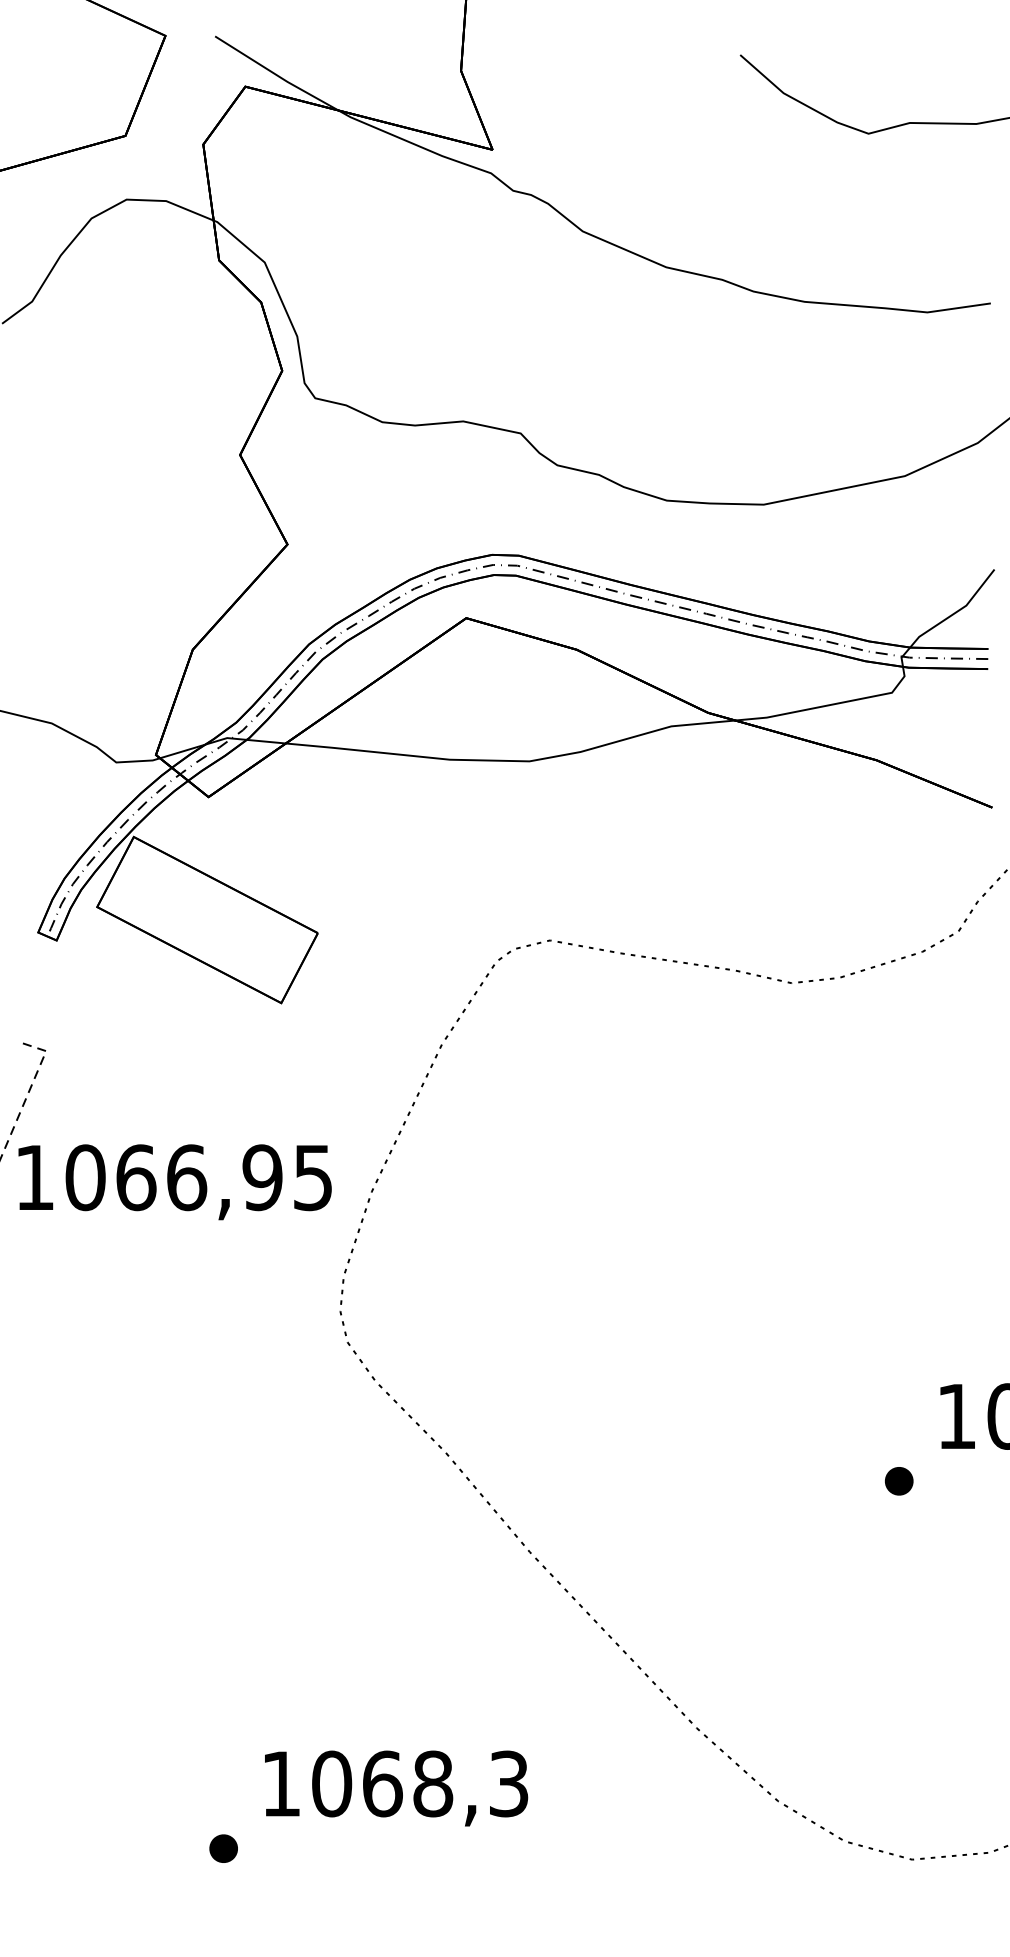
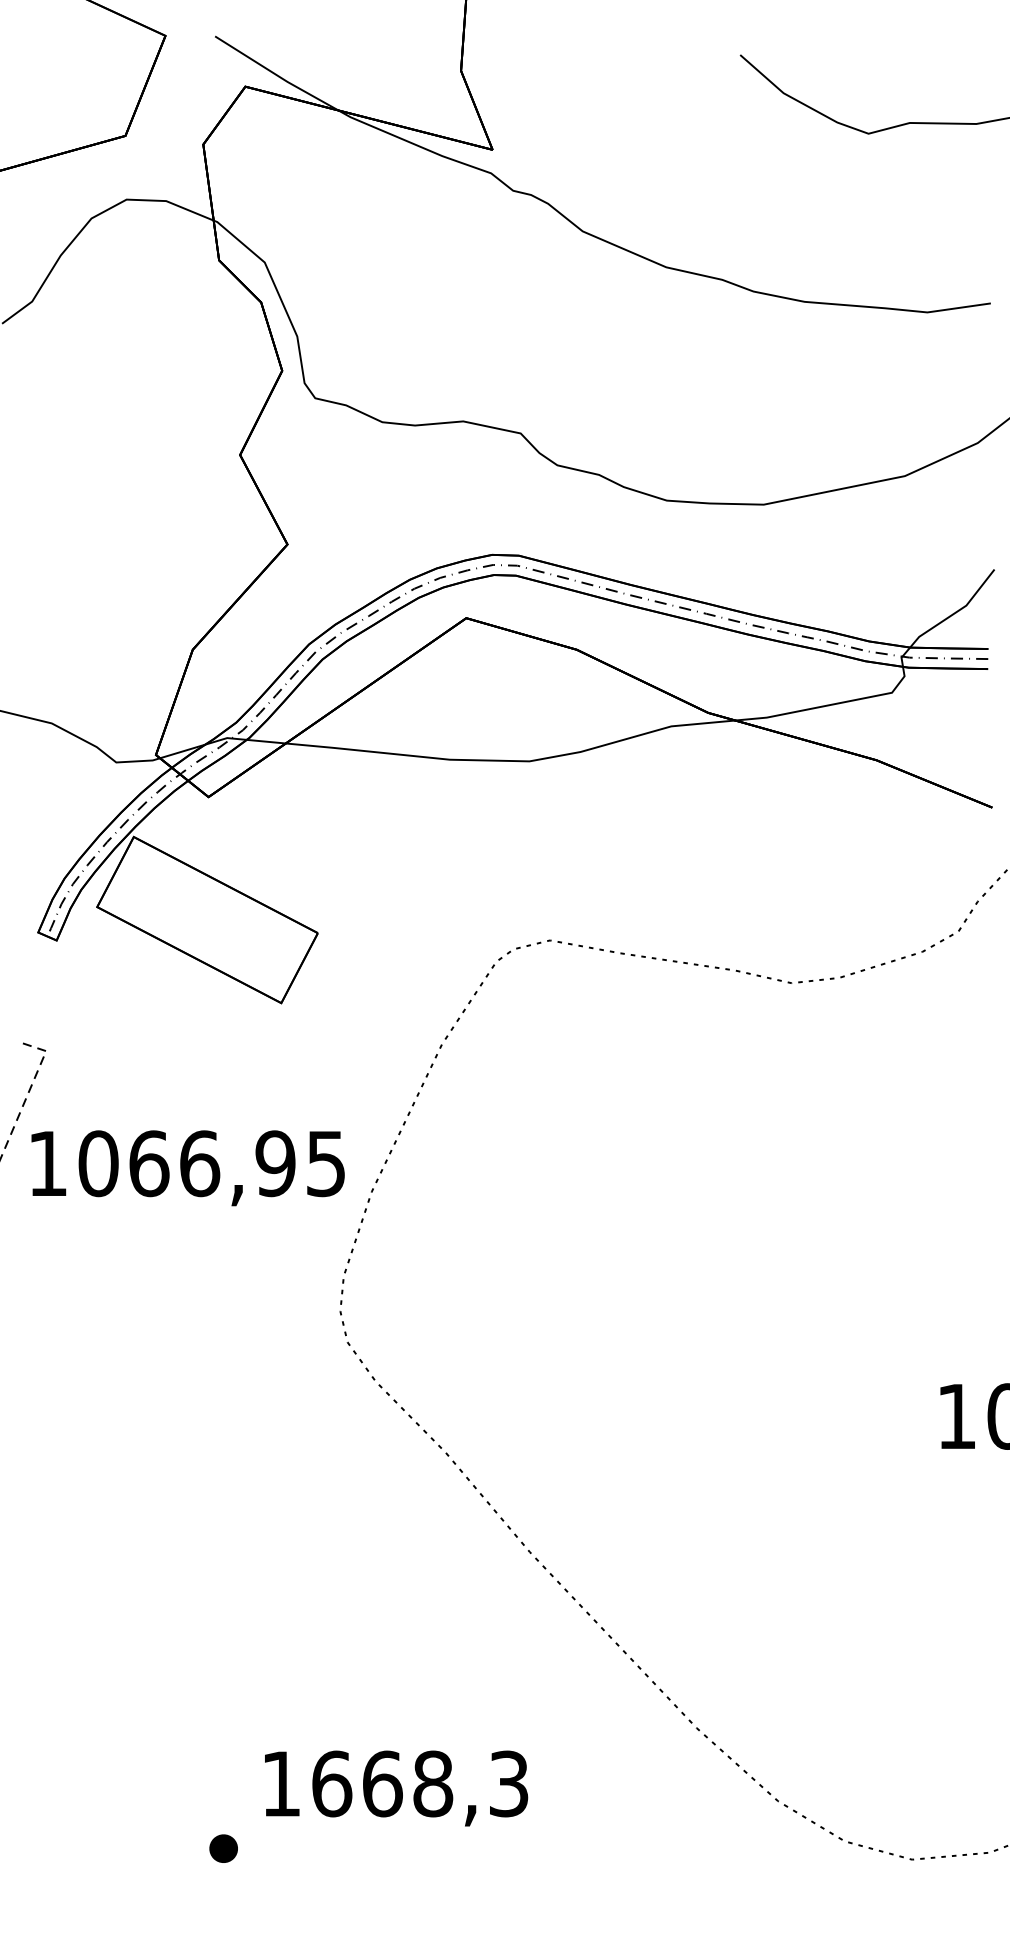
text at (174, 1182) position: (174, 1182) -> (187, 1168)
part at (899, 1481): present -> none
text at (332, 1783): 1068,3 -> 1668,3
